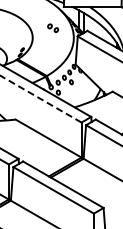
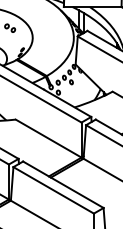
part at (53, 27) position: (53, 27) -> (10, 27)
line at (41, 99): dashed -> solid
